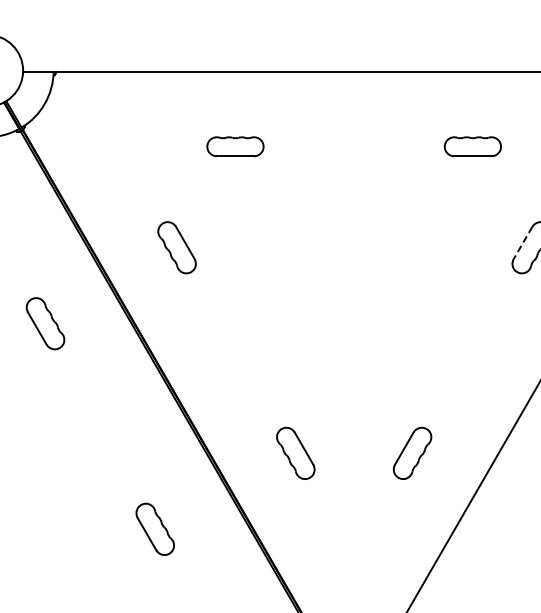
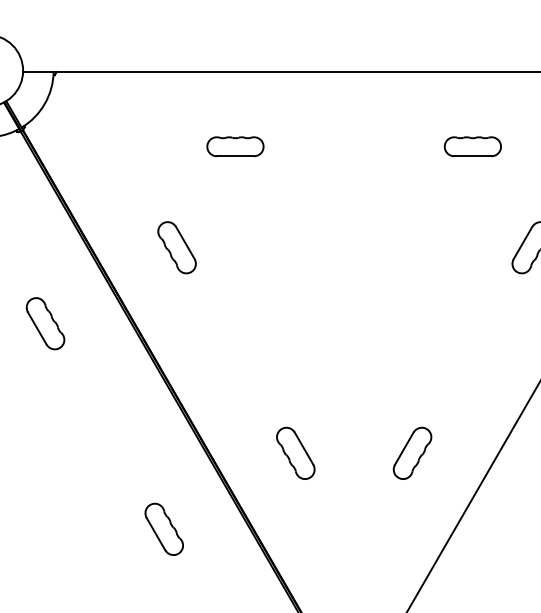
line at (523, 243): dashed -> solid
part at (154, 528) position: (154, 528) -> (163, 528)
